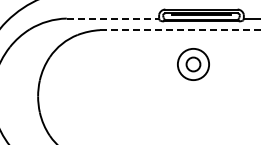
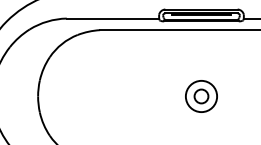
line at (113, 18): dashed -> solid
line at (181, 30): dashed -> solid
part at (193, 64) position: (193, 64) -> (201, 96)
